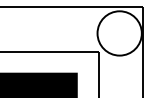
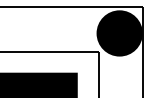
fill at (119, 33): none -> present
